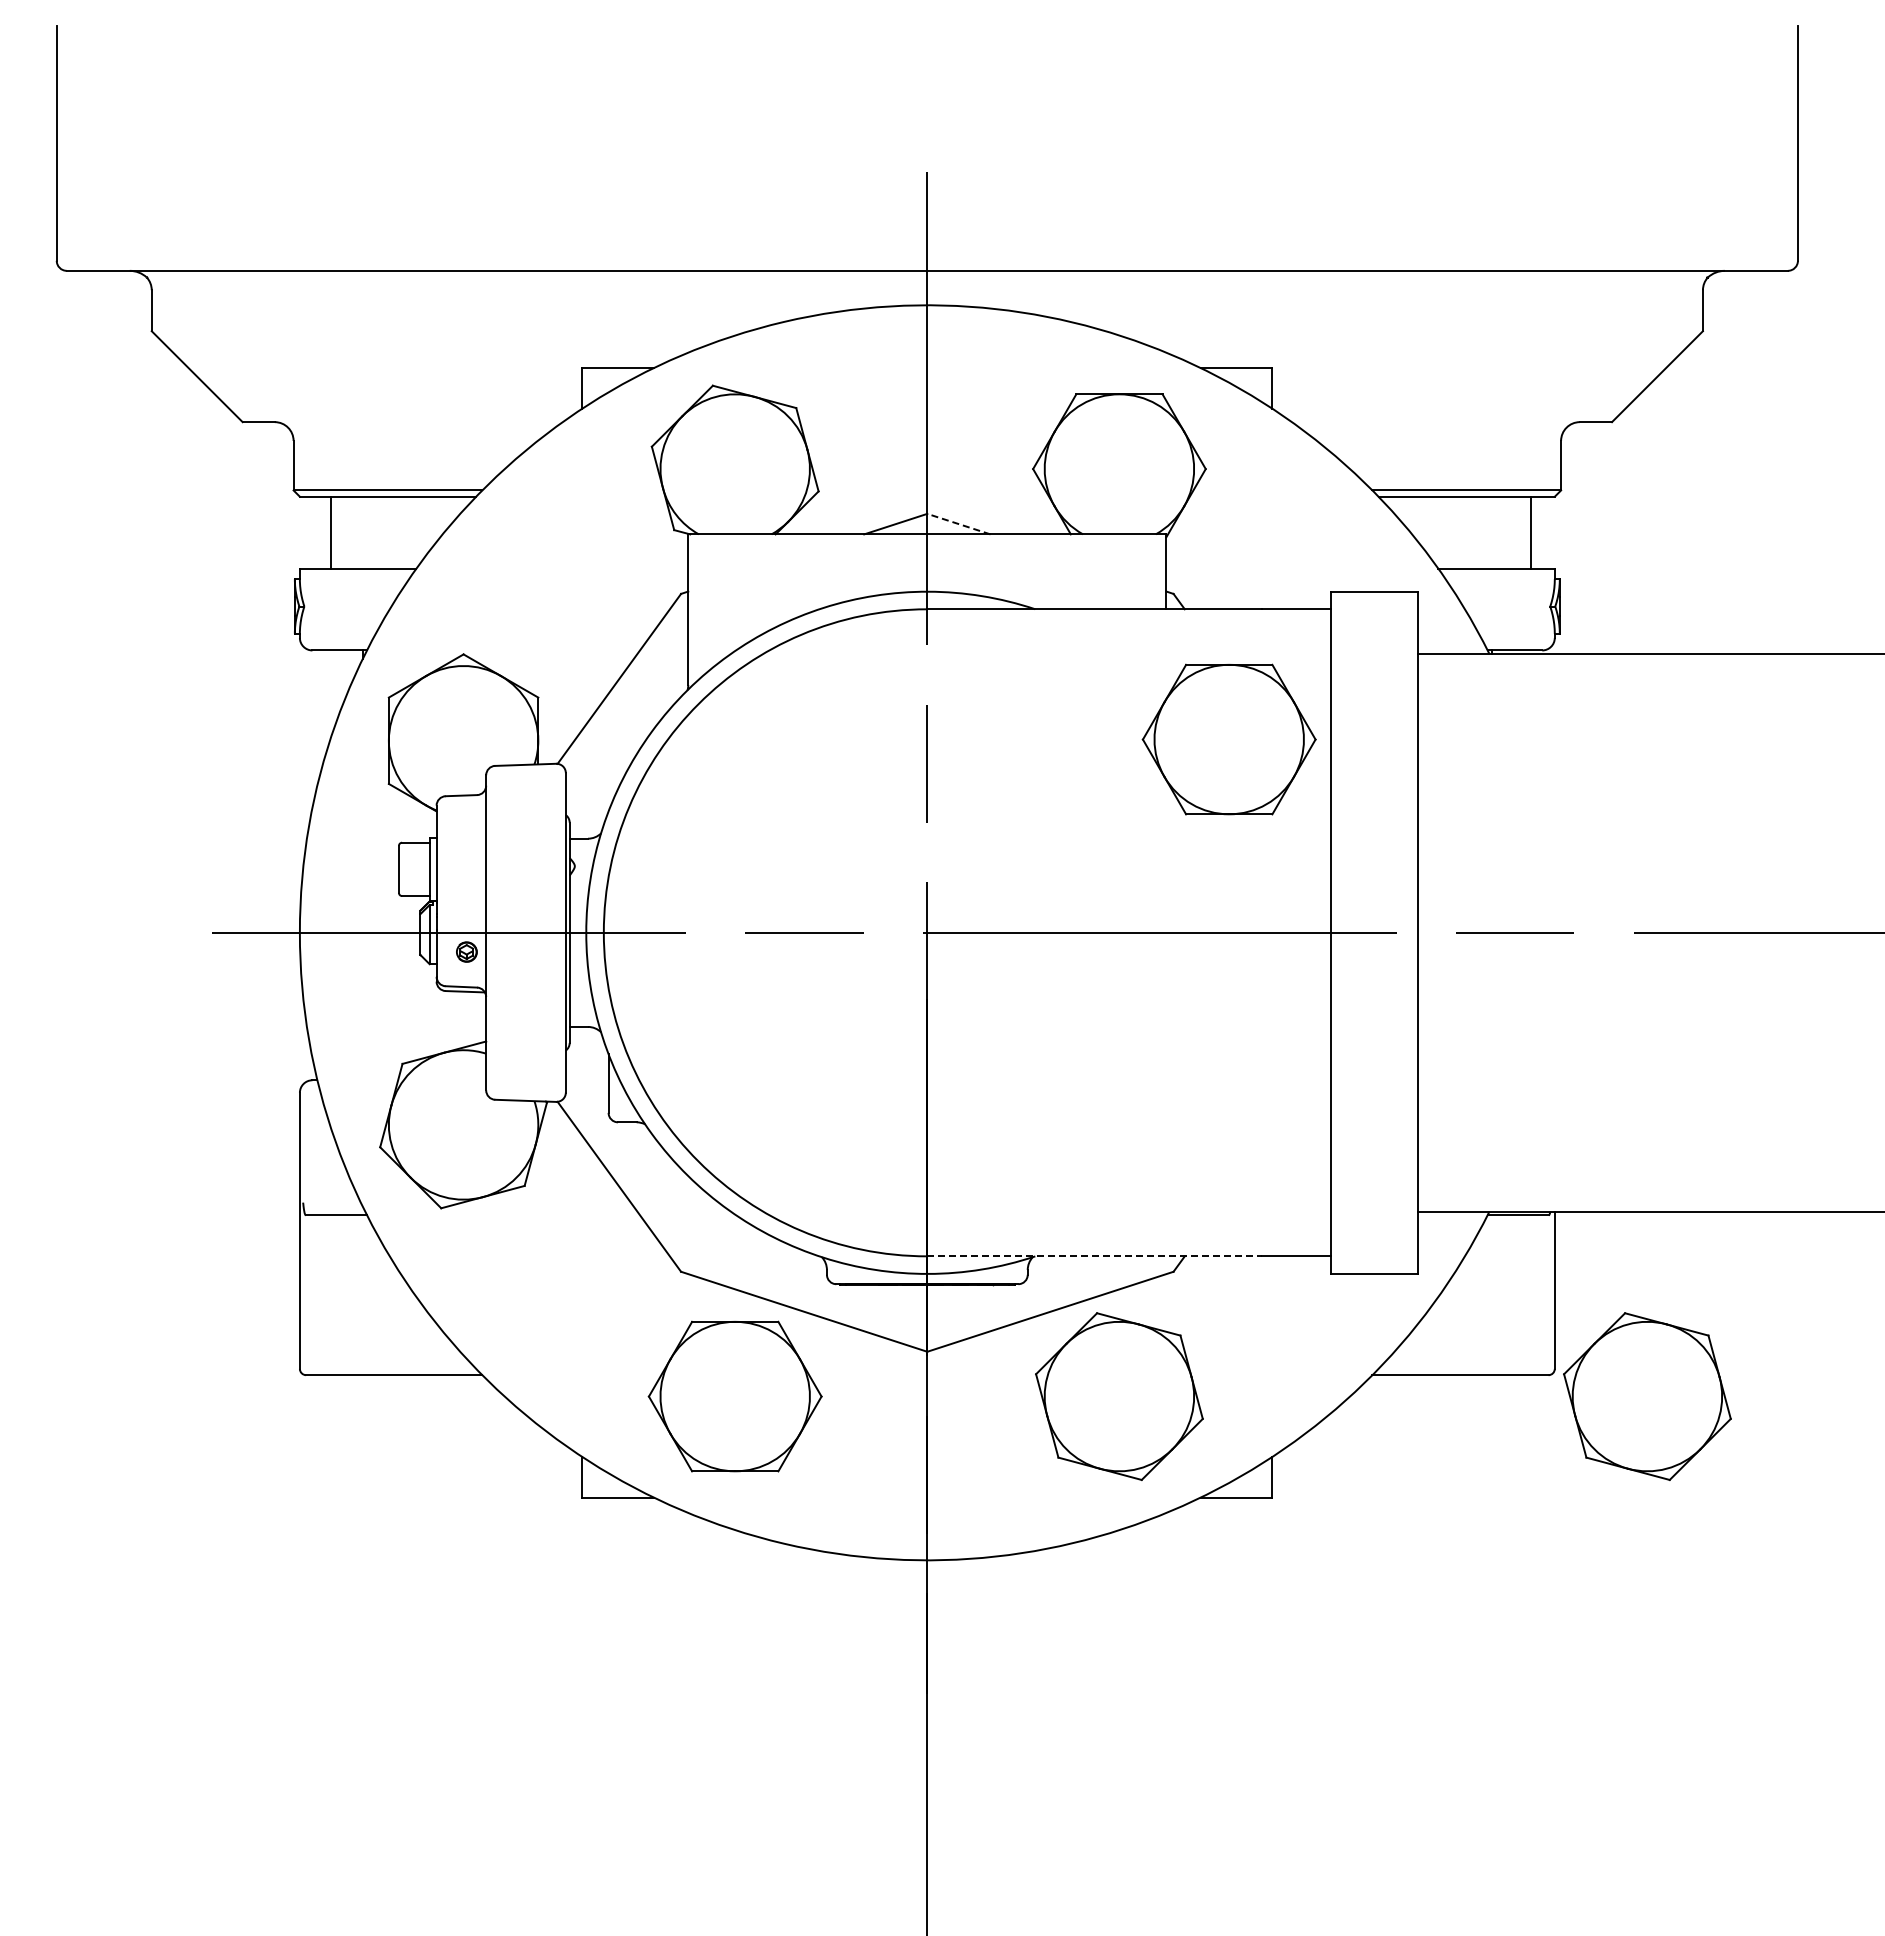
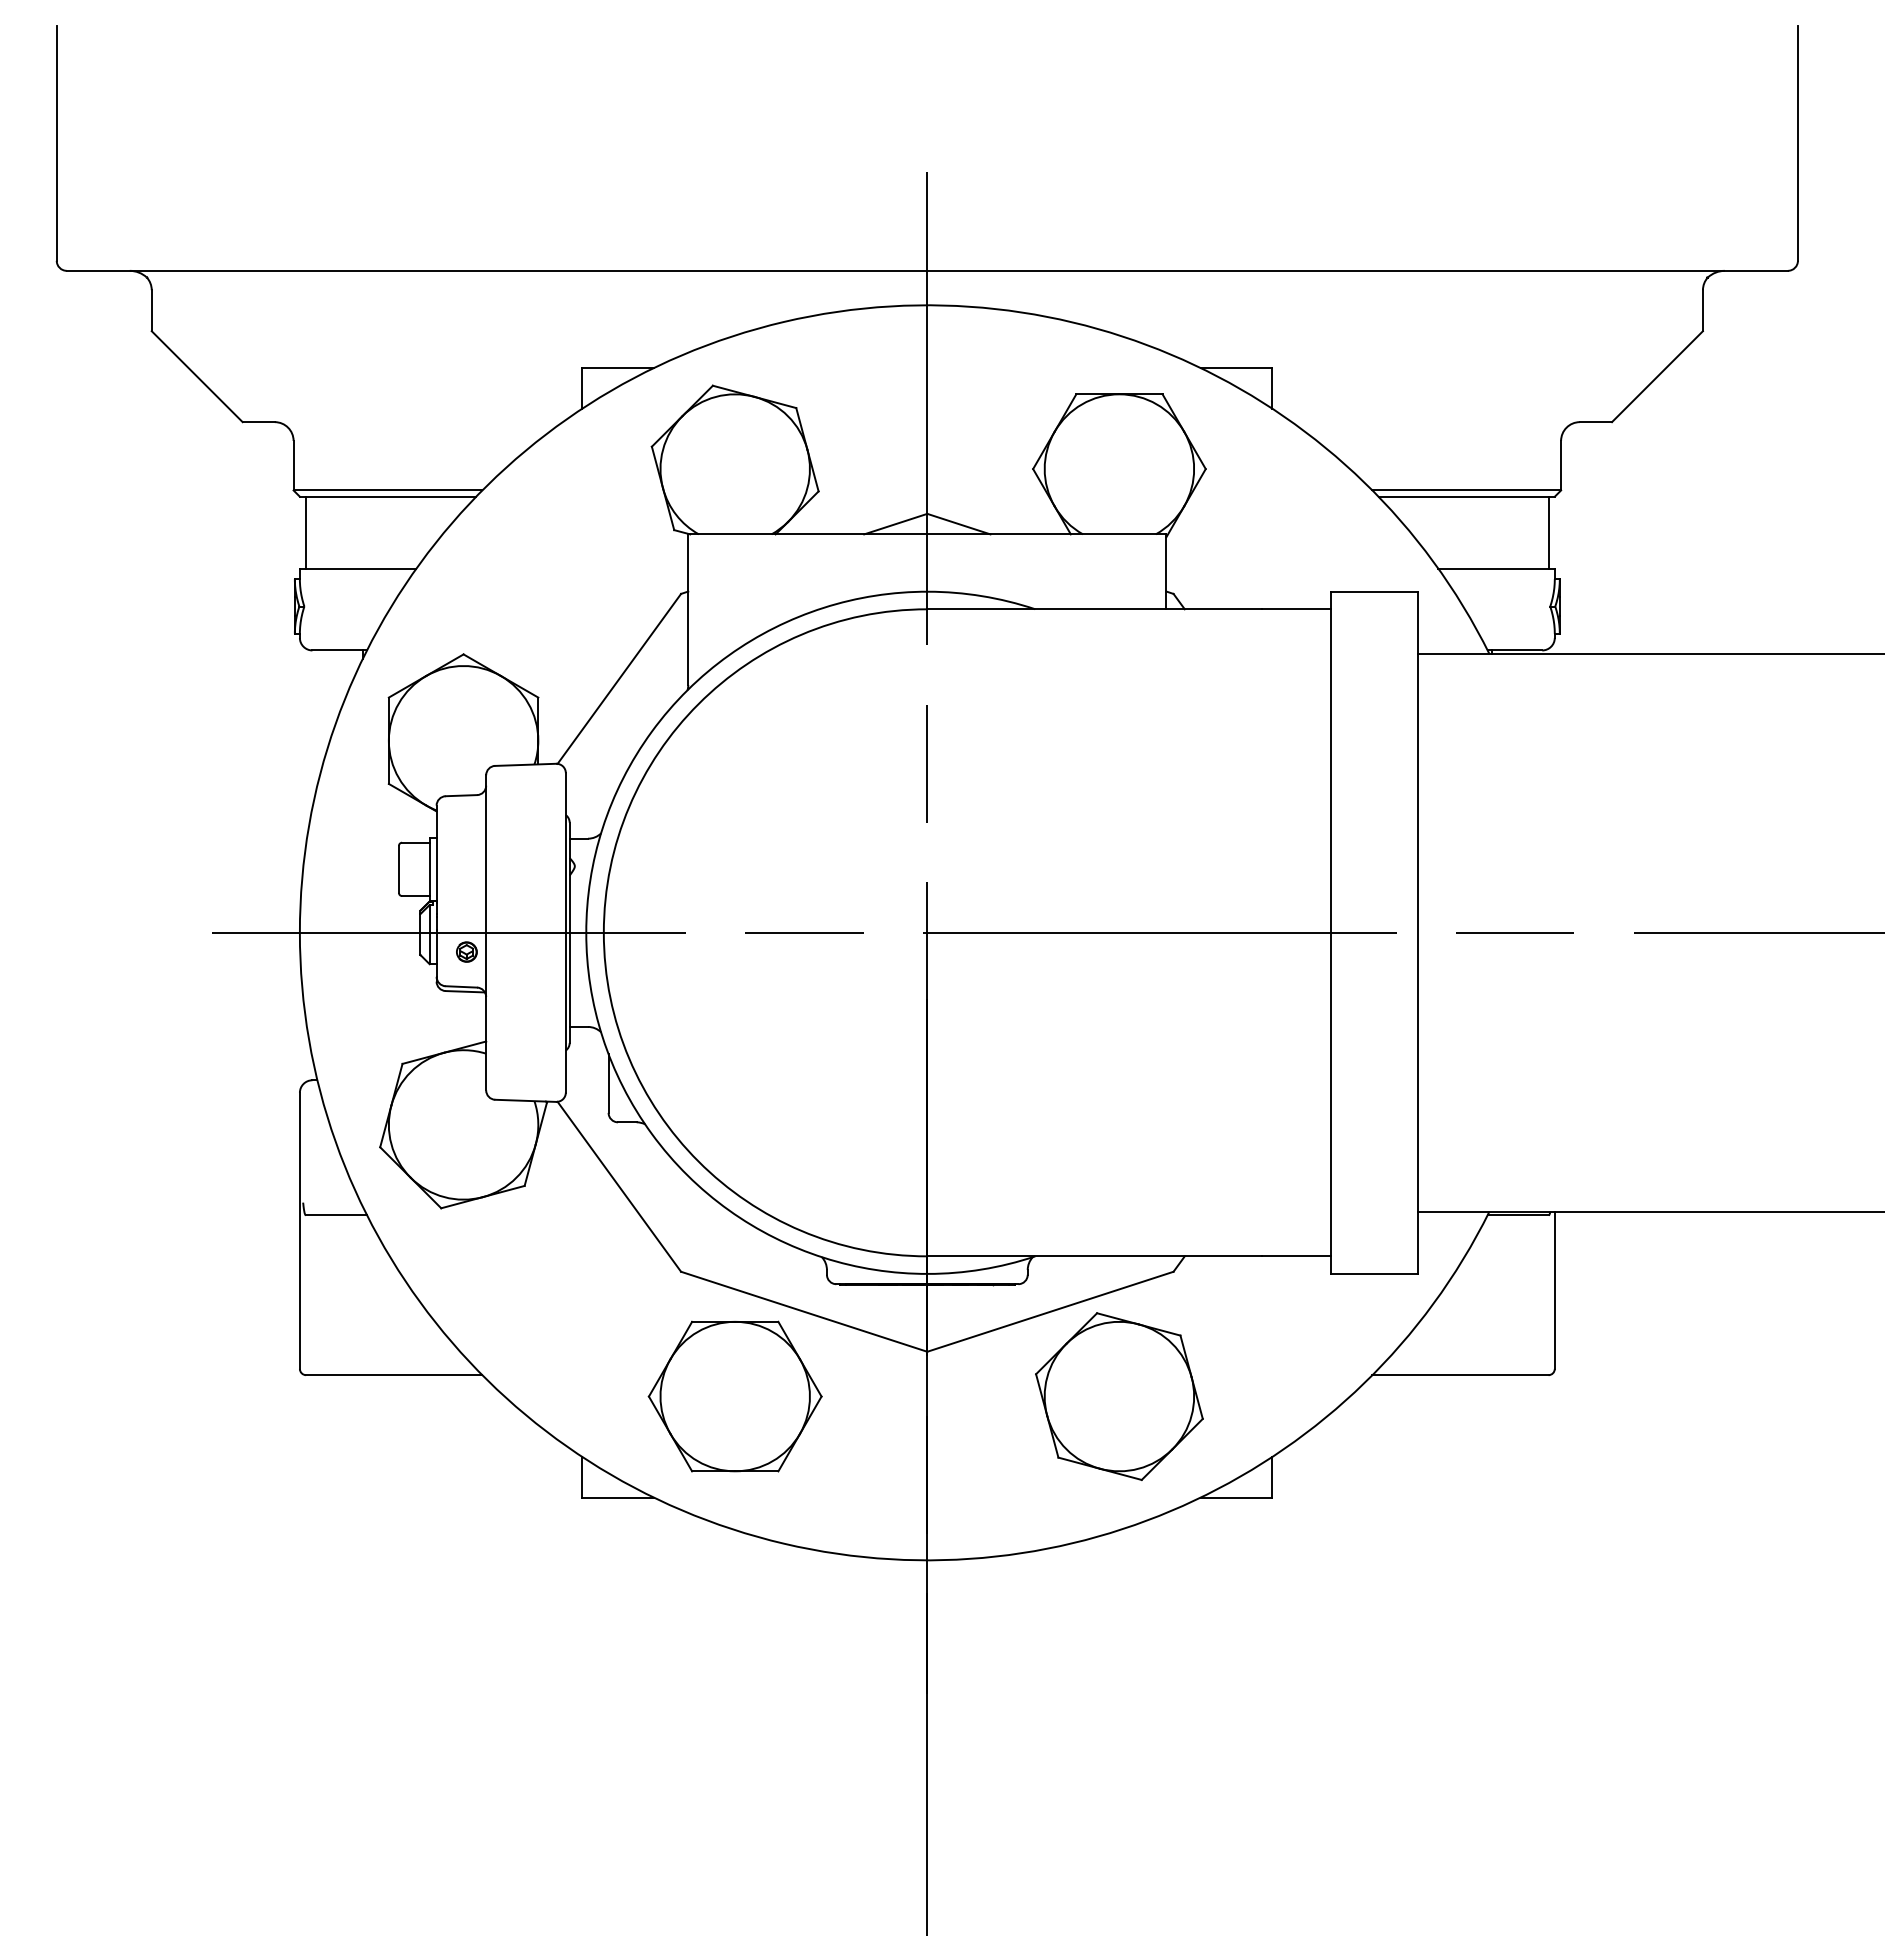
line at (958, 523): dashed -> solid
line at (331, 532) position: (331, 532) -> (306, 532)
line at (1530, 532) position: (1530, 532) -> (1548, 532)
part at (1228, 739): present -> none
line at (1095, 1256): dashed -> solid
part at (1647, 1396): present -> none
